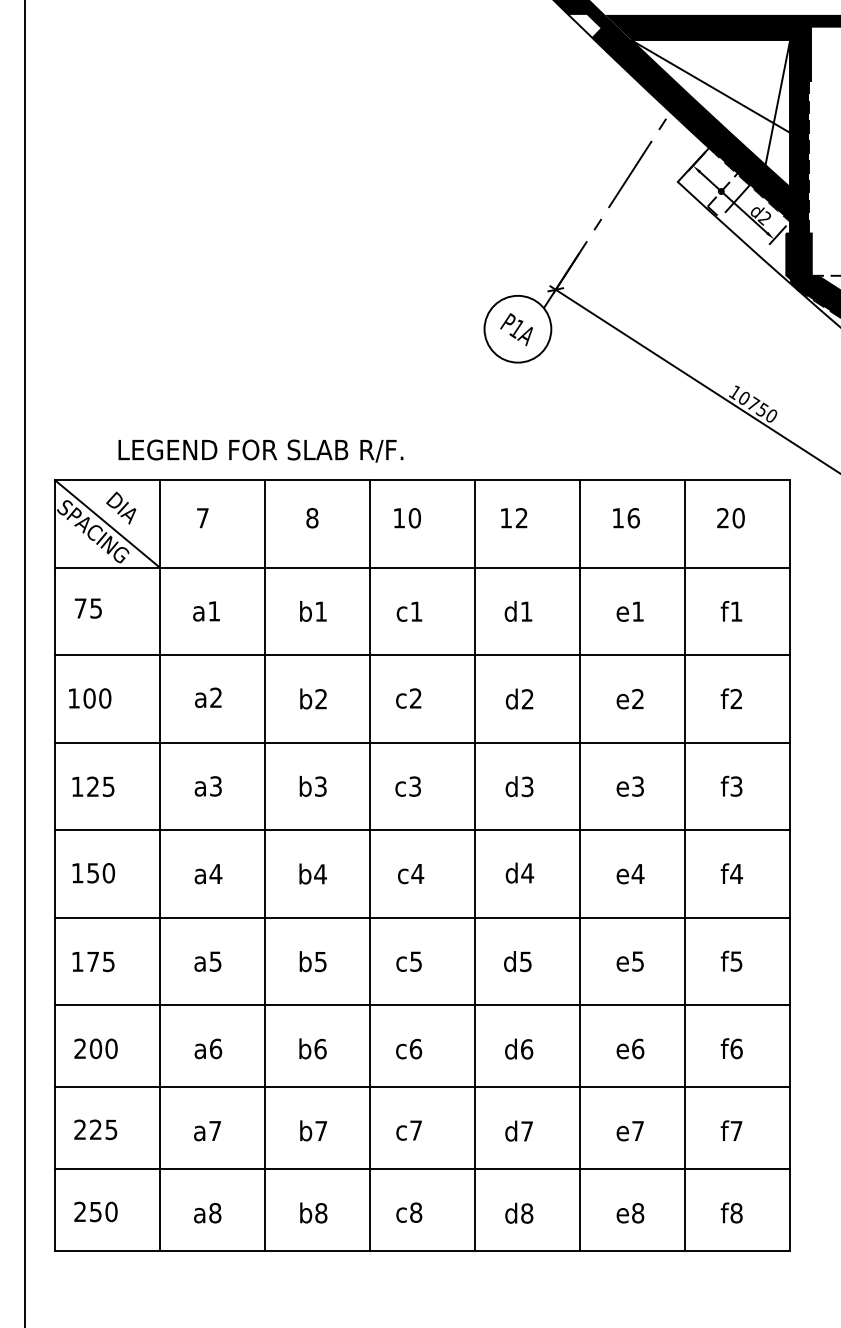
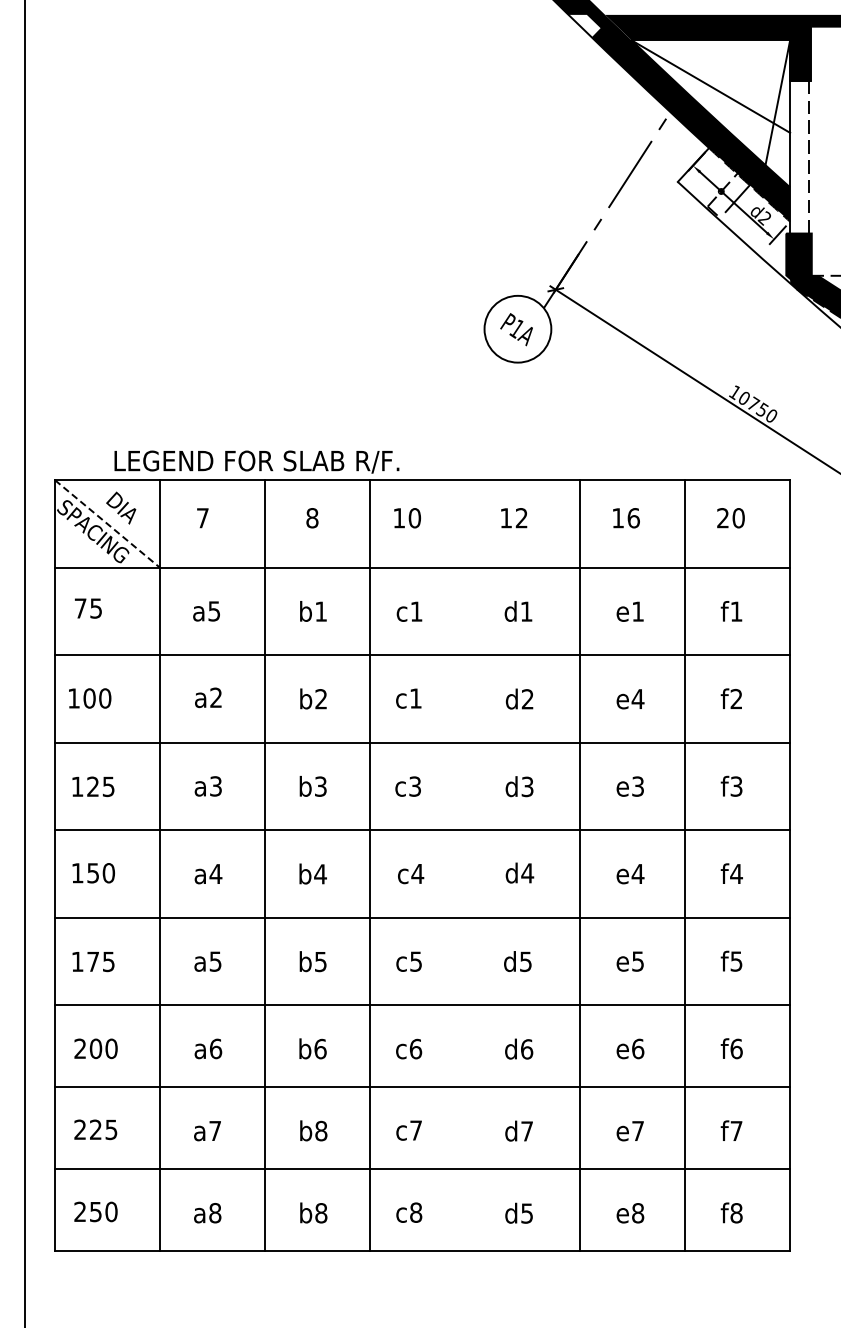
fill at (799, 156): present -> none
text at (260, 450) position: (260, 450) -> (256, 461)
line at (107, 524): solid -> dashed
text at (213, 611): a1 -> a5
text at (415, 698): c2 -> c1
text at (637, 698): e2 -> e4
line at (474, 865): present -> none
text at (321, 1130): b7 -> b8
text at (527, 1213): d8 -> d5
